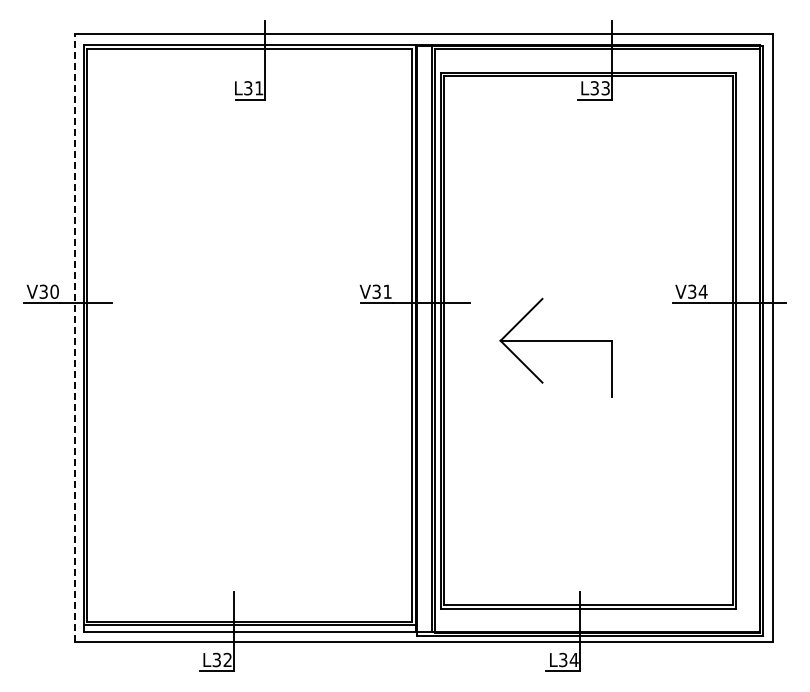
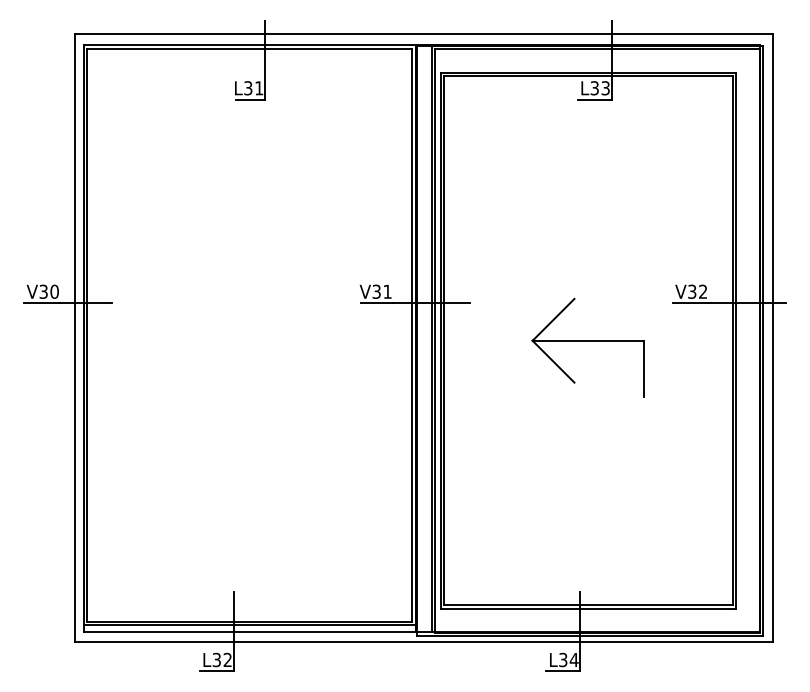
text at (702, 291): V34 -> V32
line at (74, 337): dashed -> solid
part at (555, 347) position: (555, 347) -> (587, 347)
